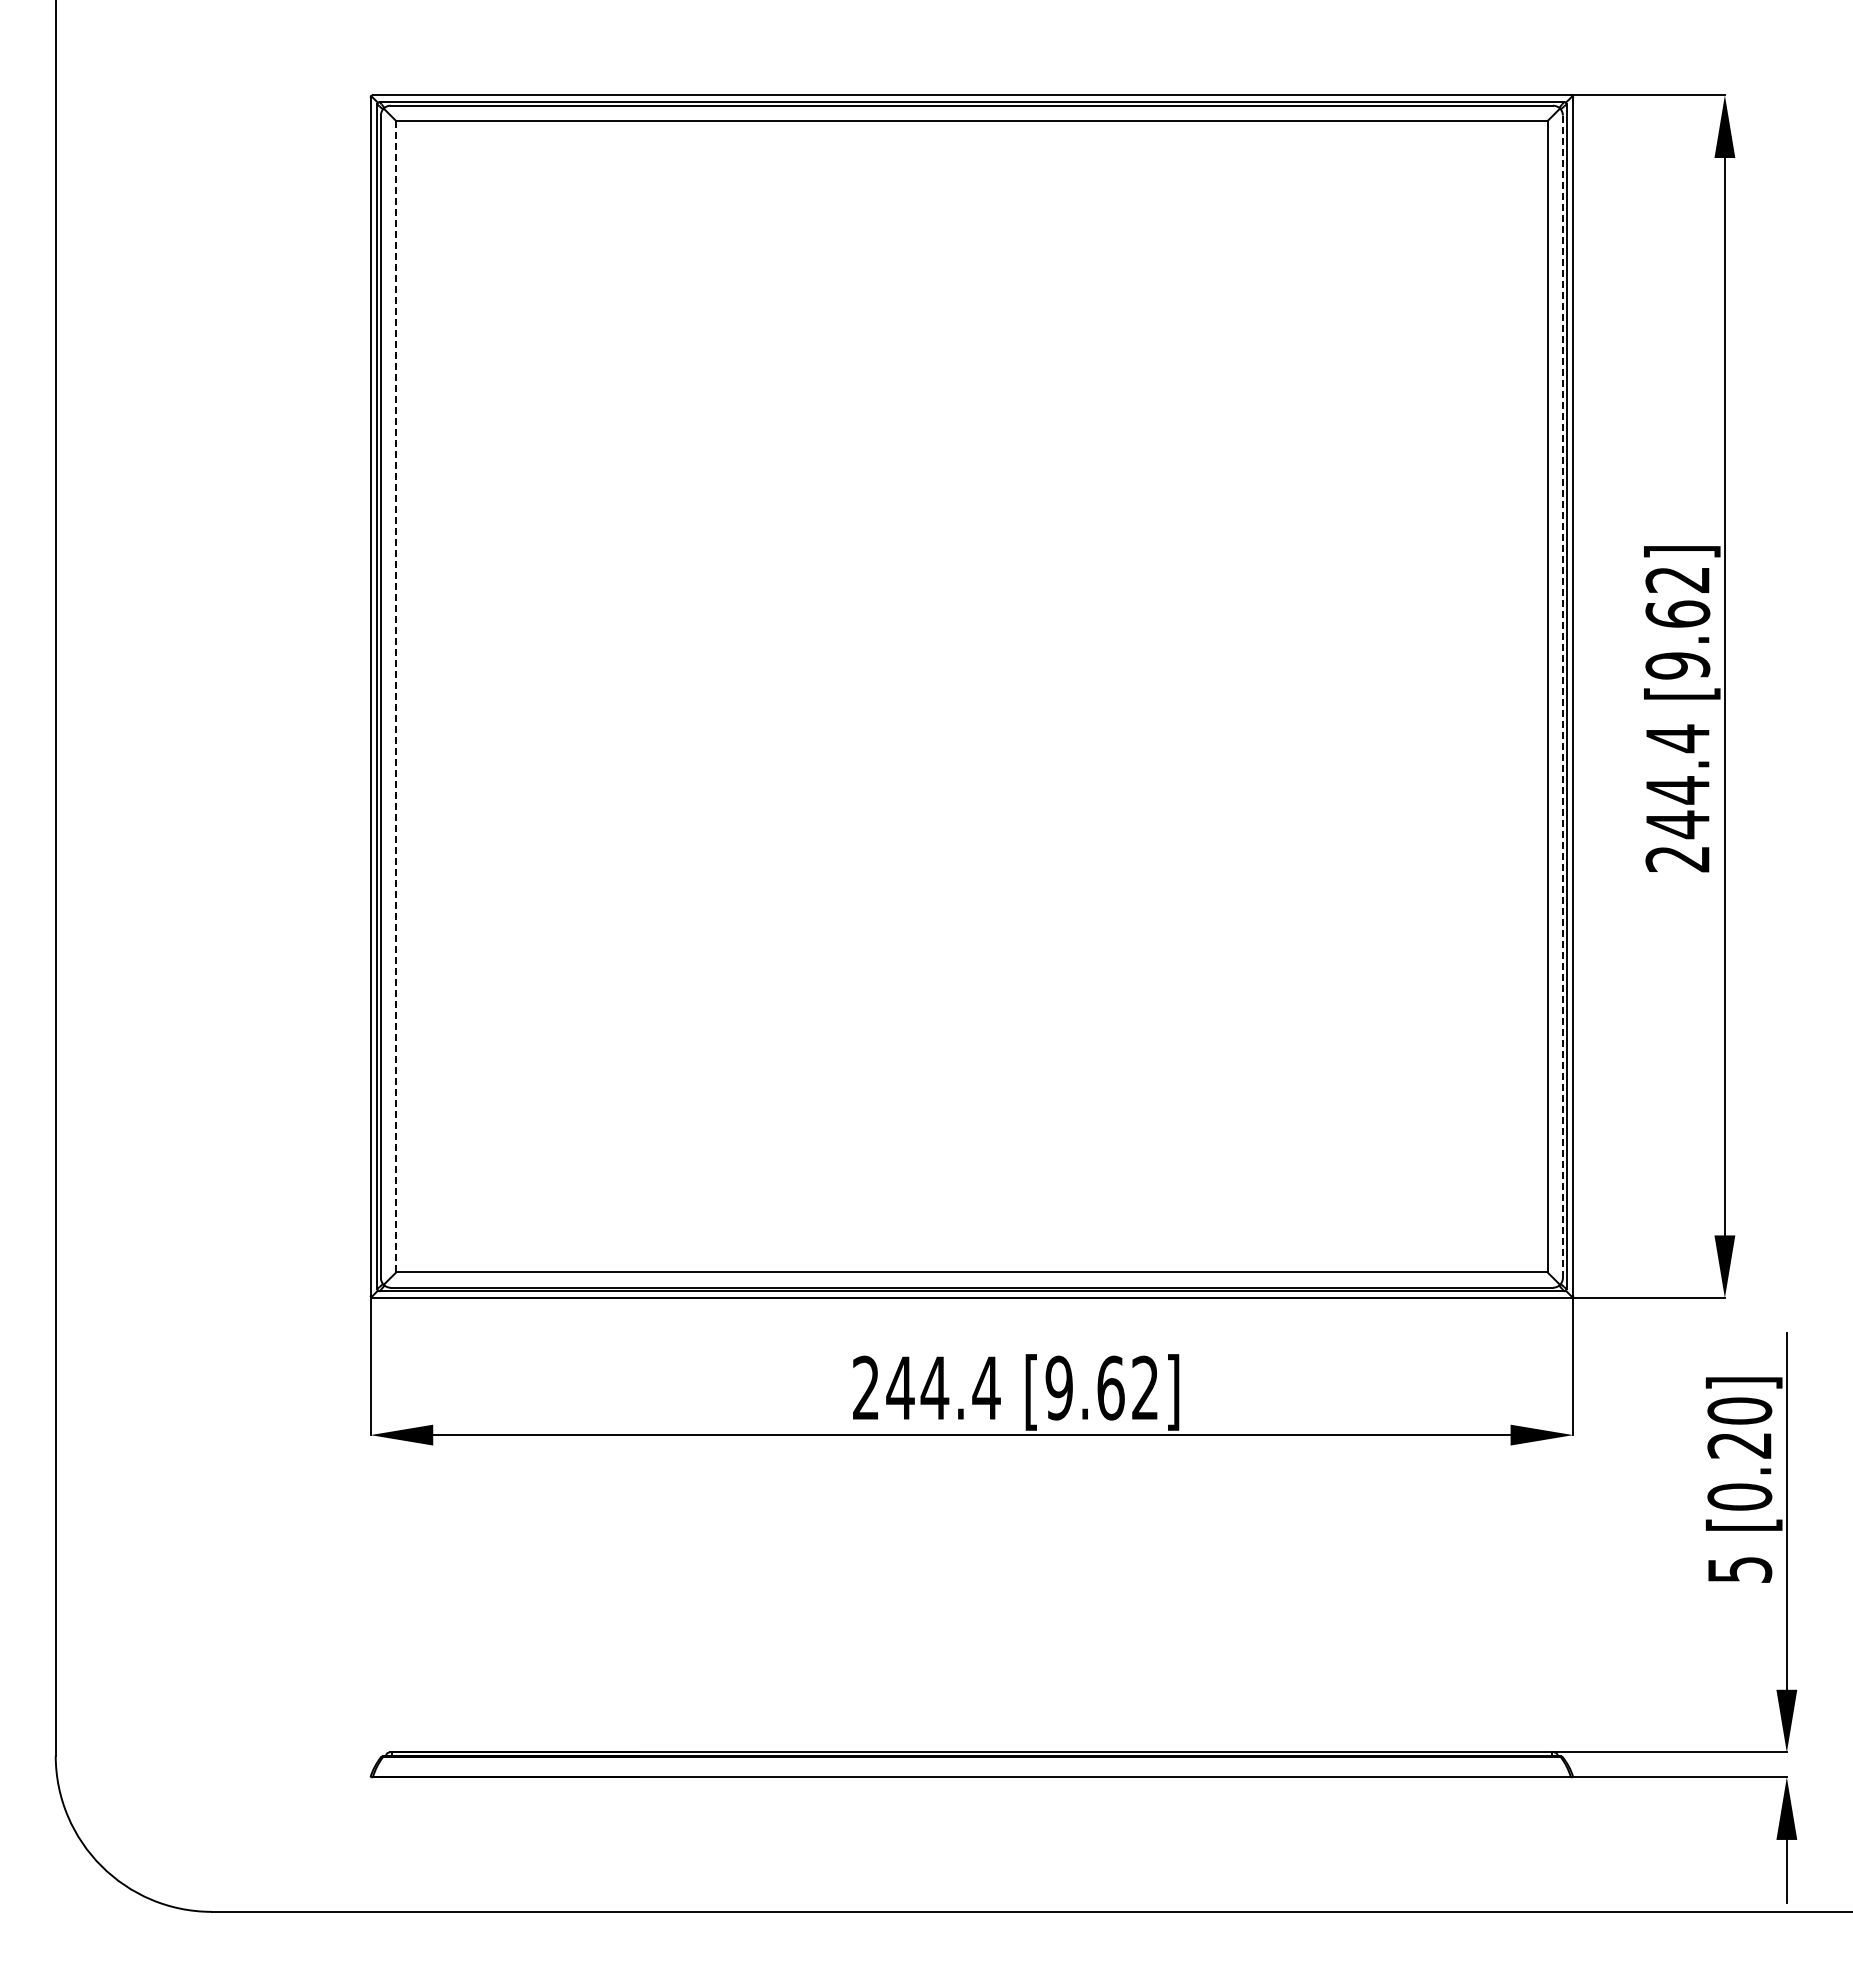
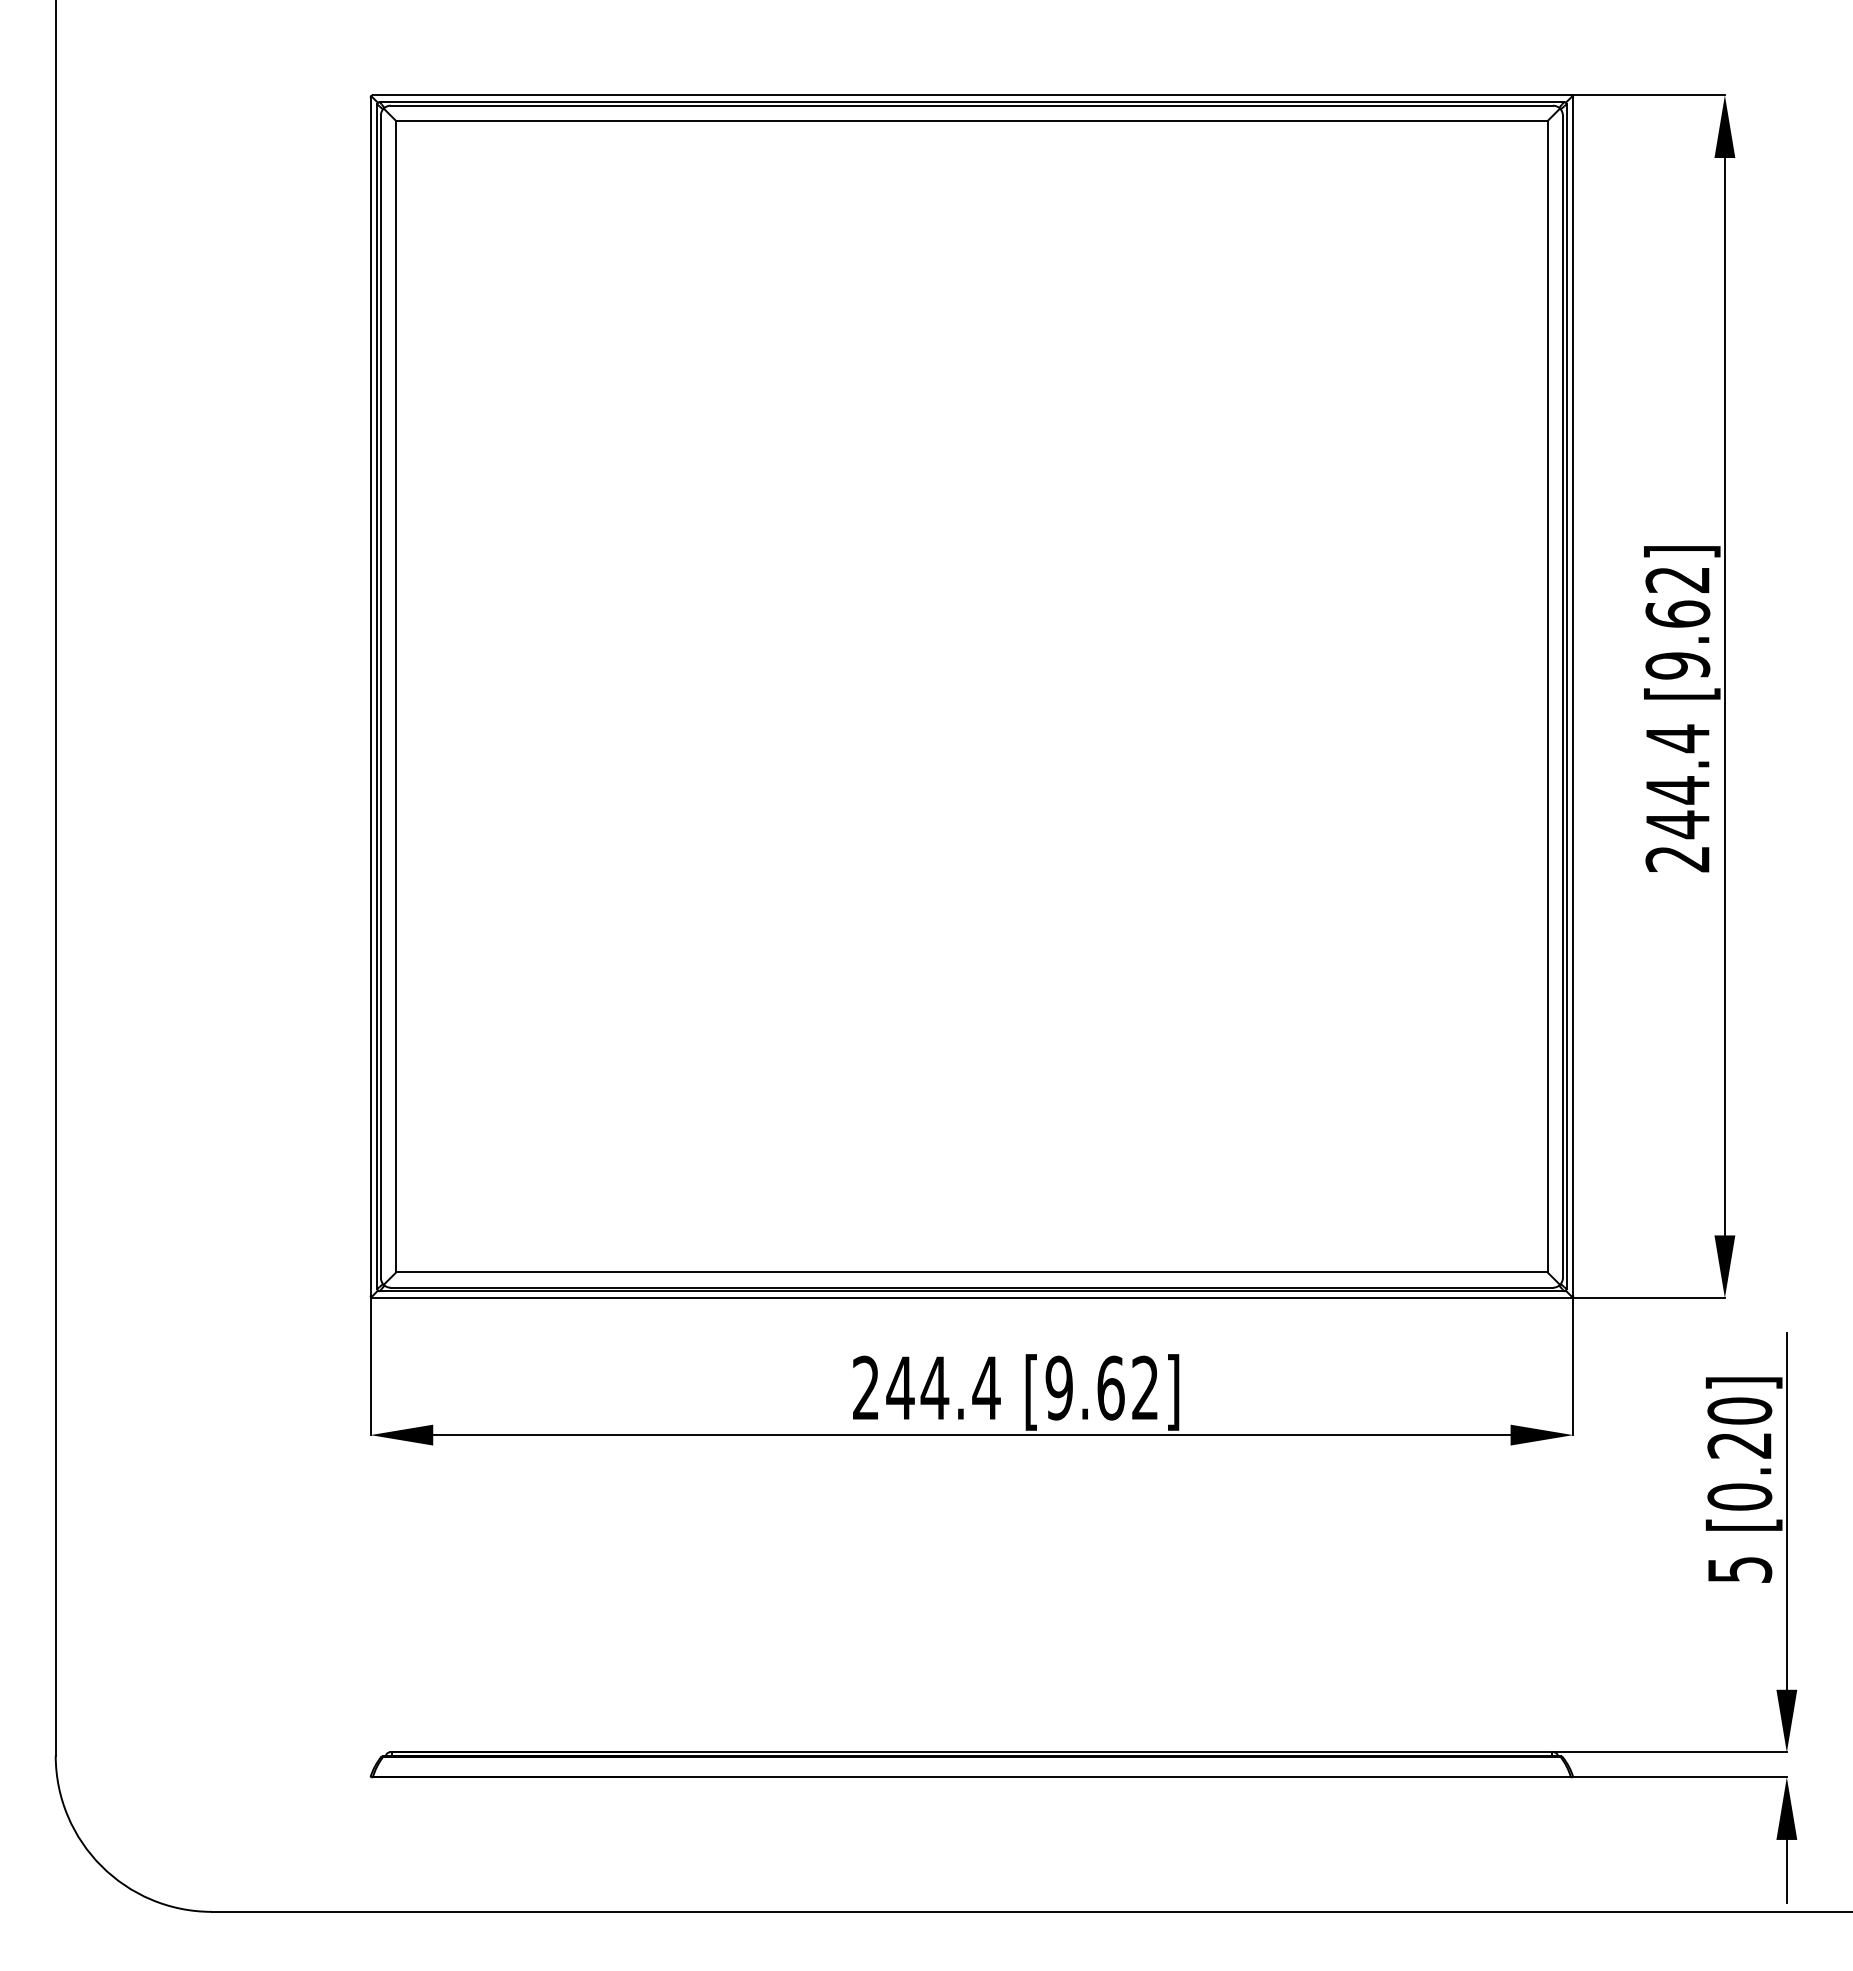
line at (396, 696): dashed -> solid
line at (1562, 697): dashed -> solid
